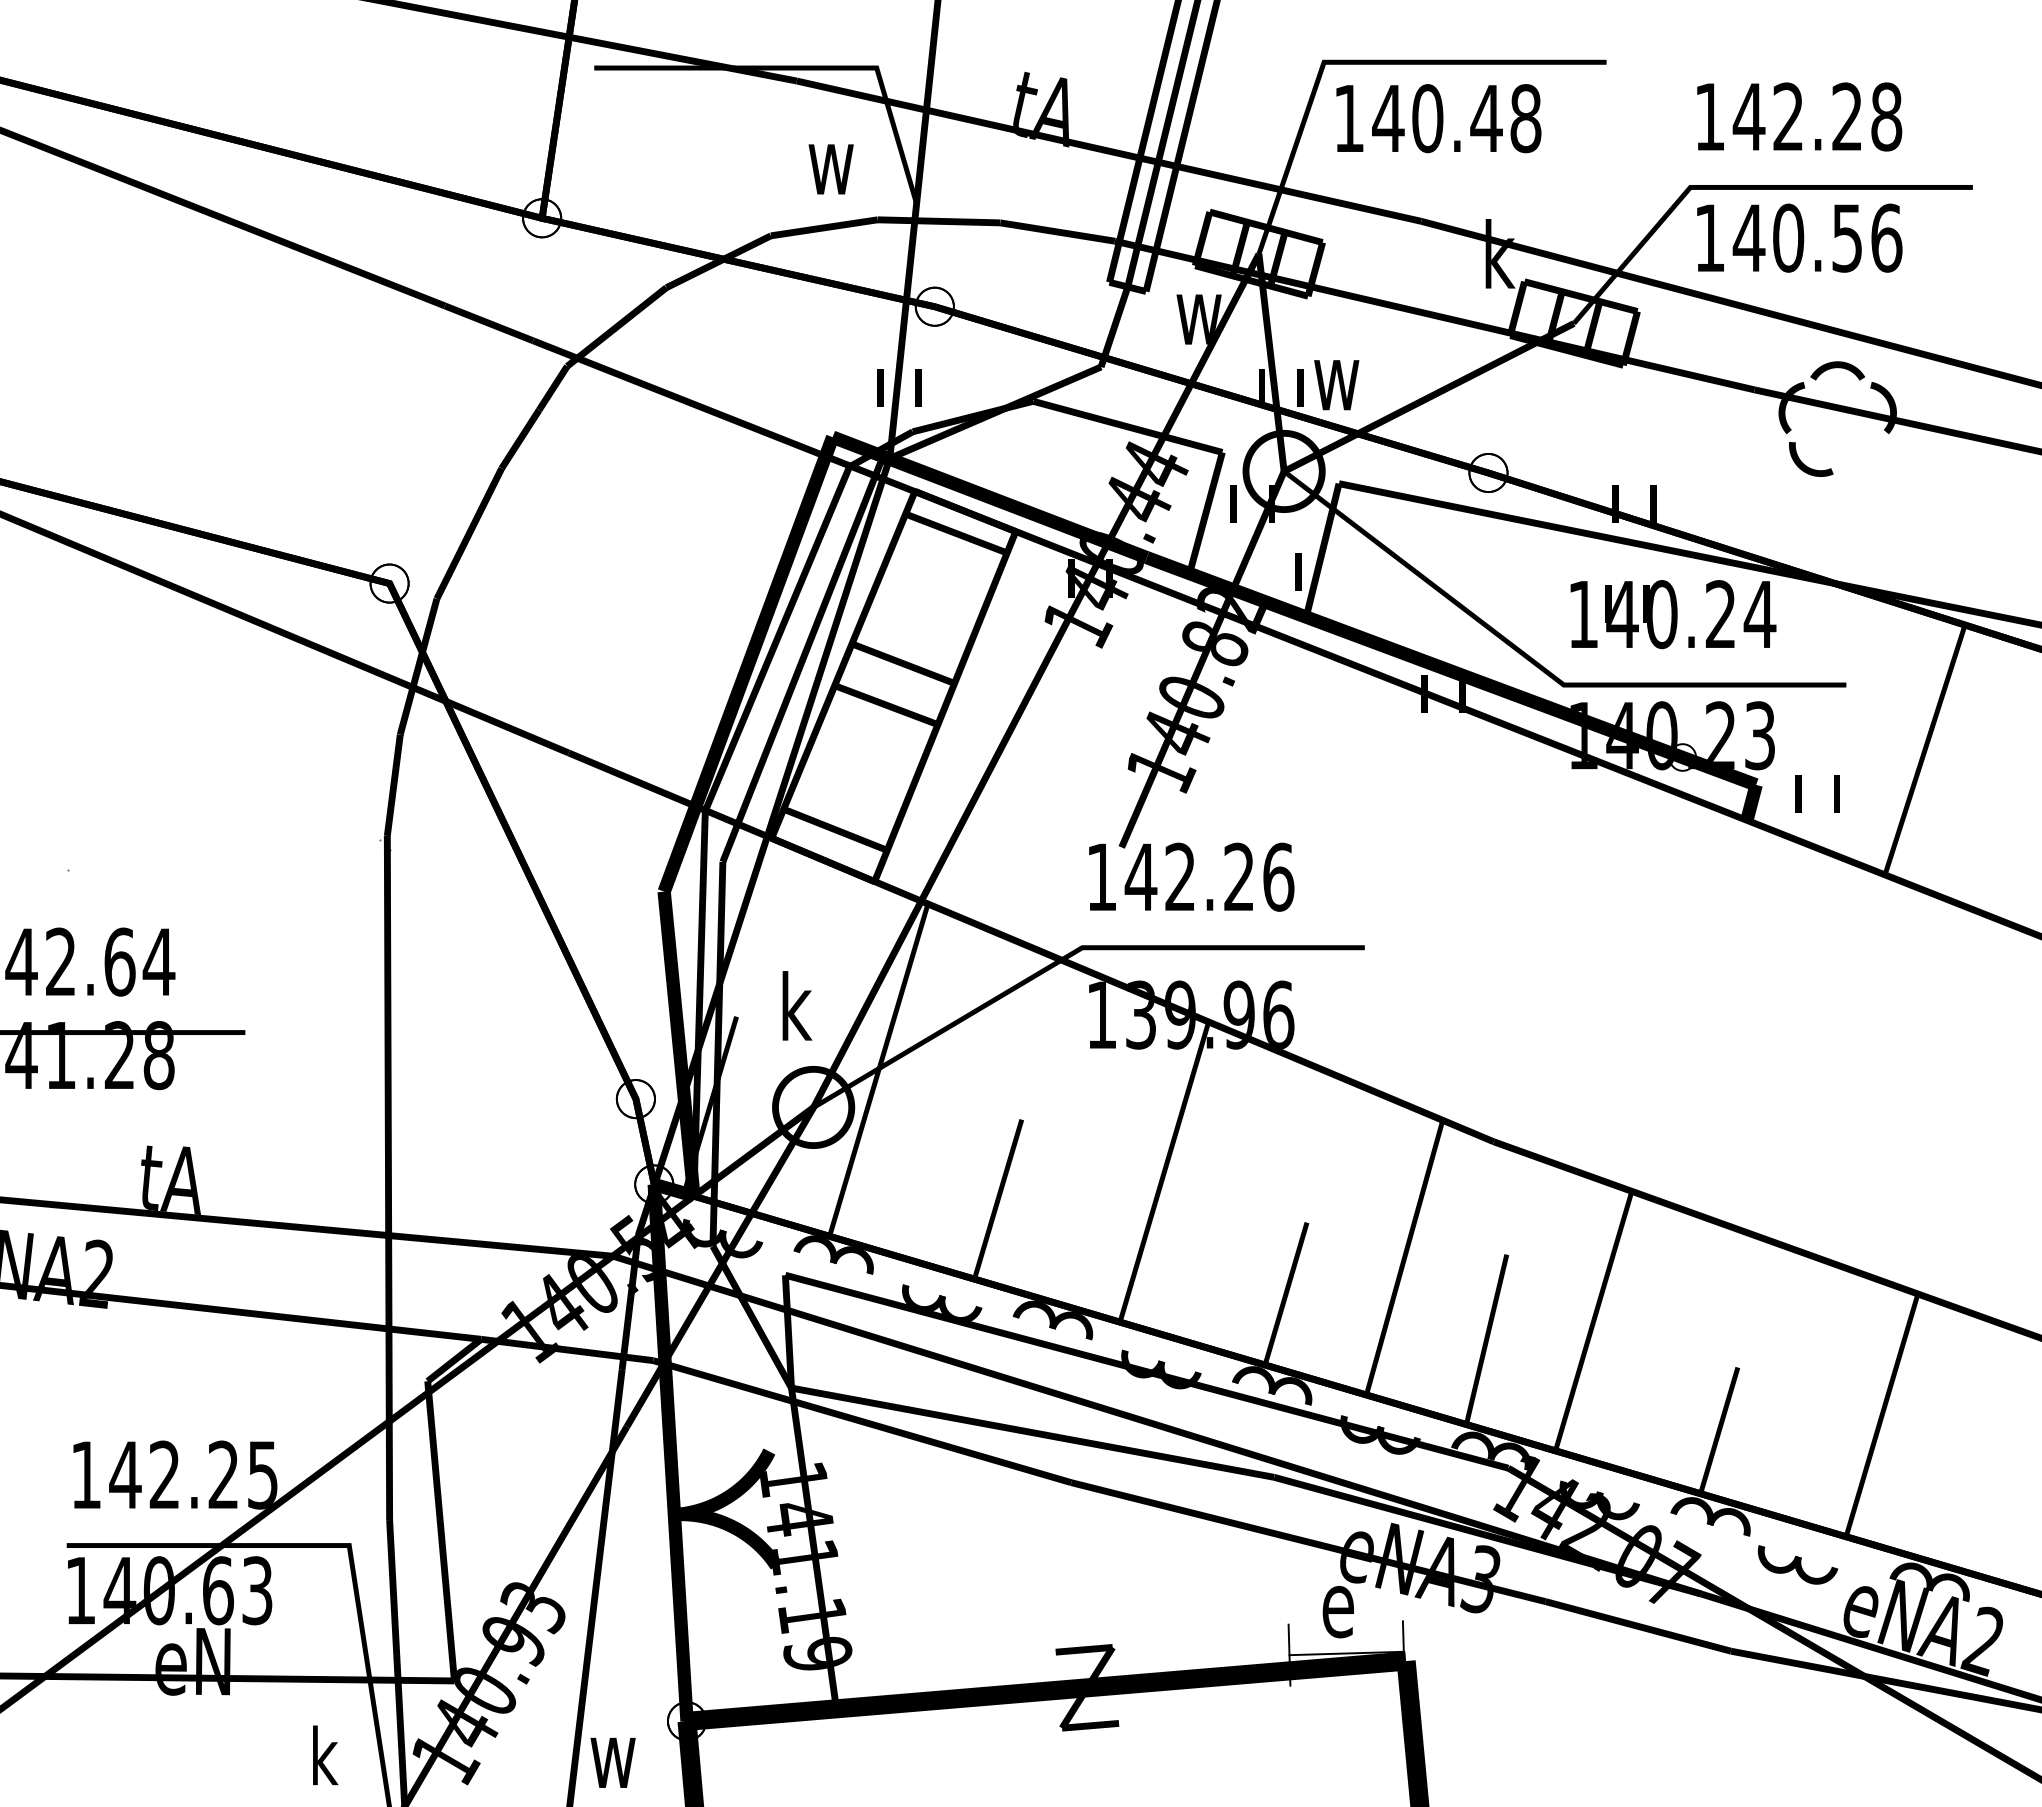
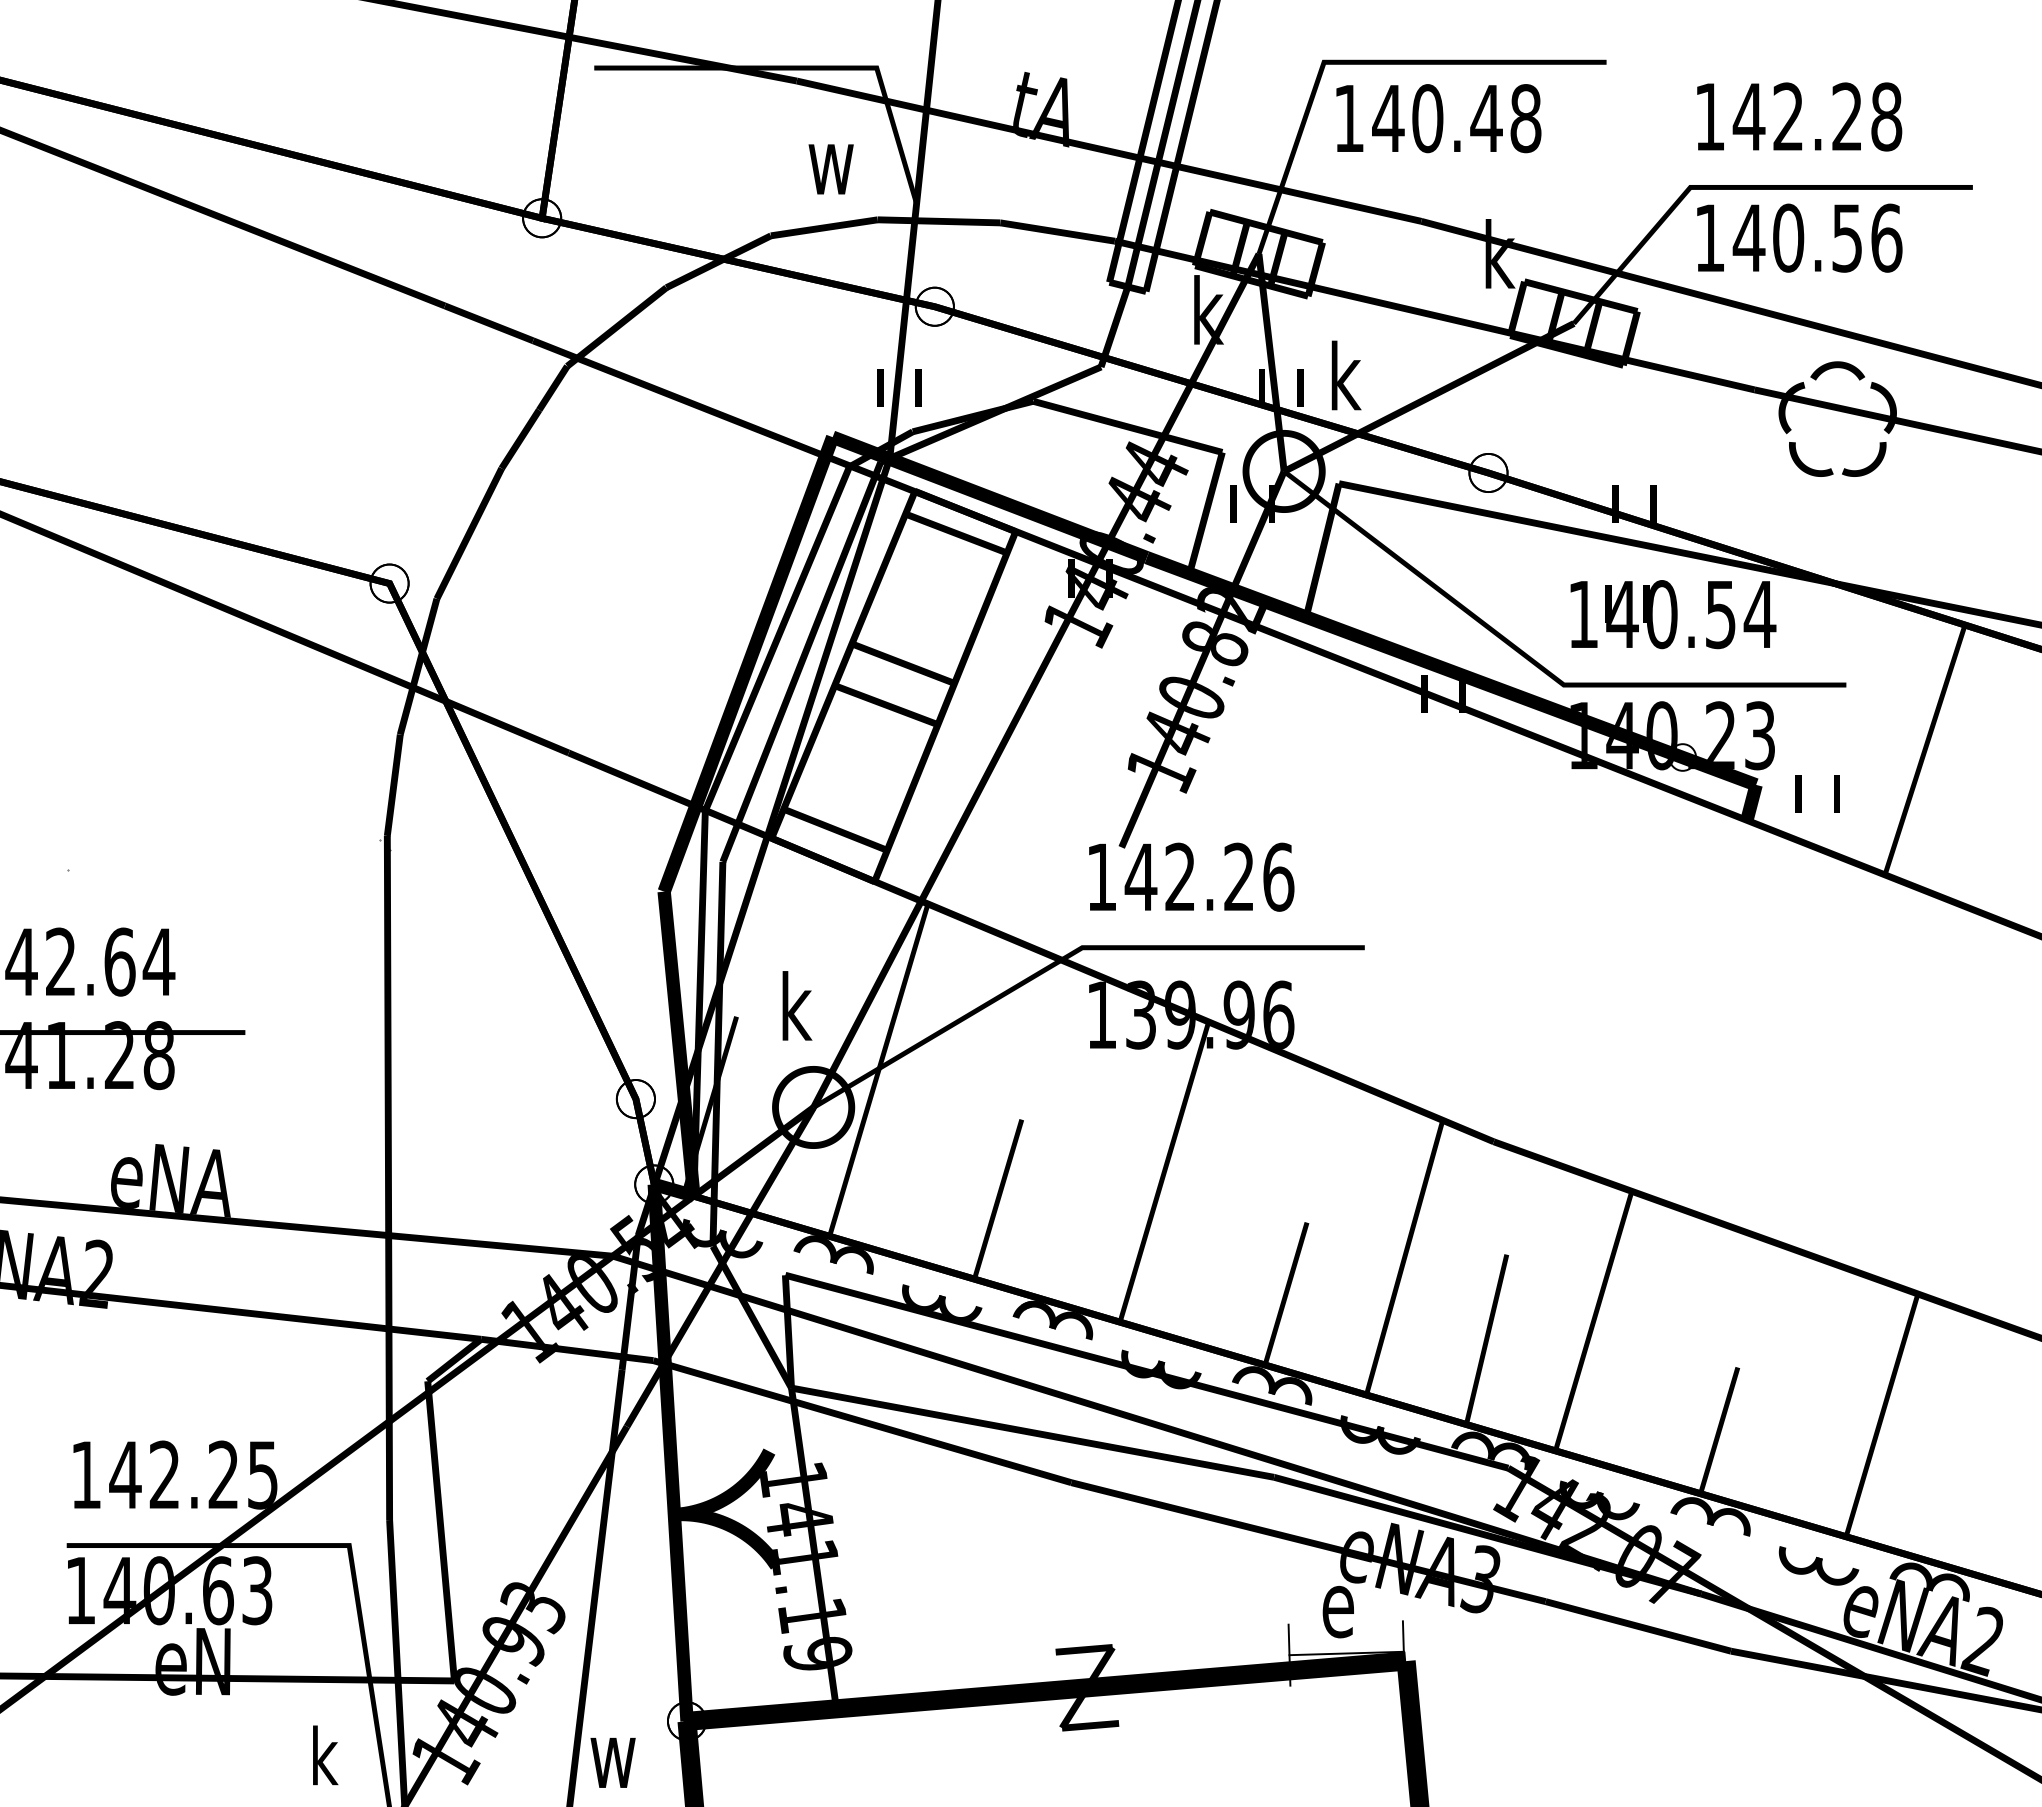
text at (1199, 309): w -> k
text at (1337, 375): w -> k
curve at (1867, 466): none -> present
line at (1298, 571): present -> none
text at (1720, 614): 140.24 -> 140.54
text at (170, 1180): tA -> eNA
part at (1797, 1564) position: (1797, 1564) -> (1818, 1565)
